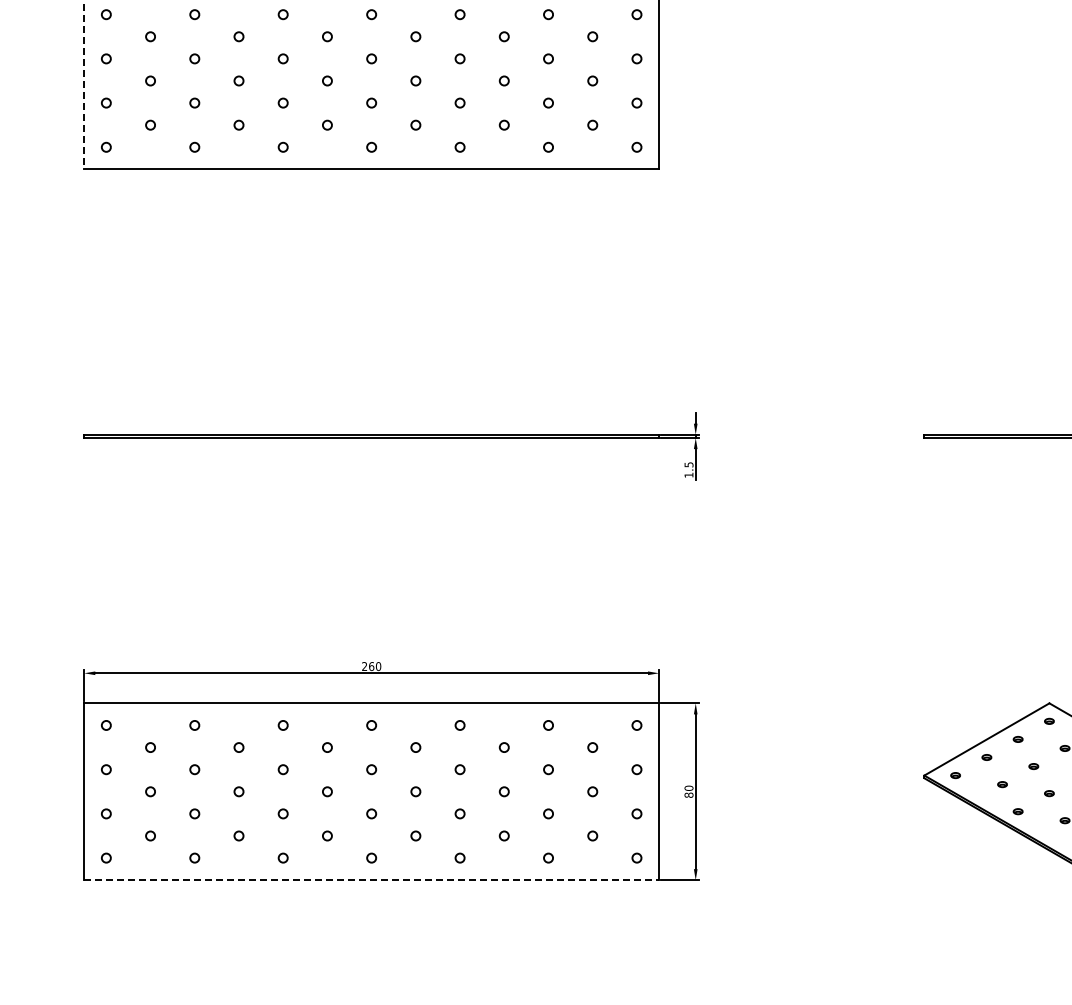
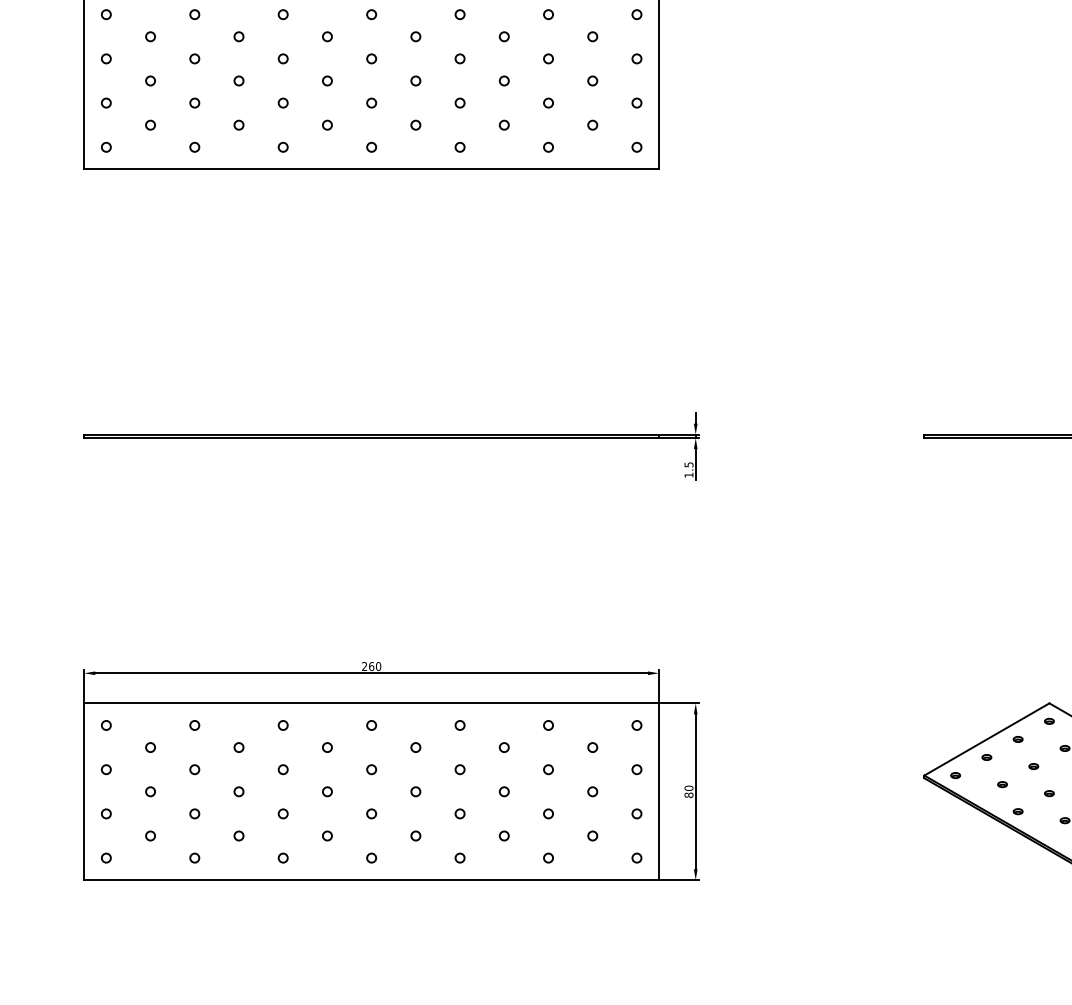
line at (84, 85): dashed -> solid
line at (372, 880): dashed -> solid
